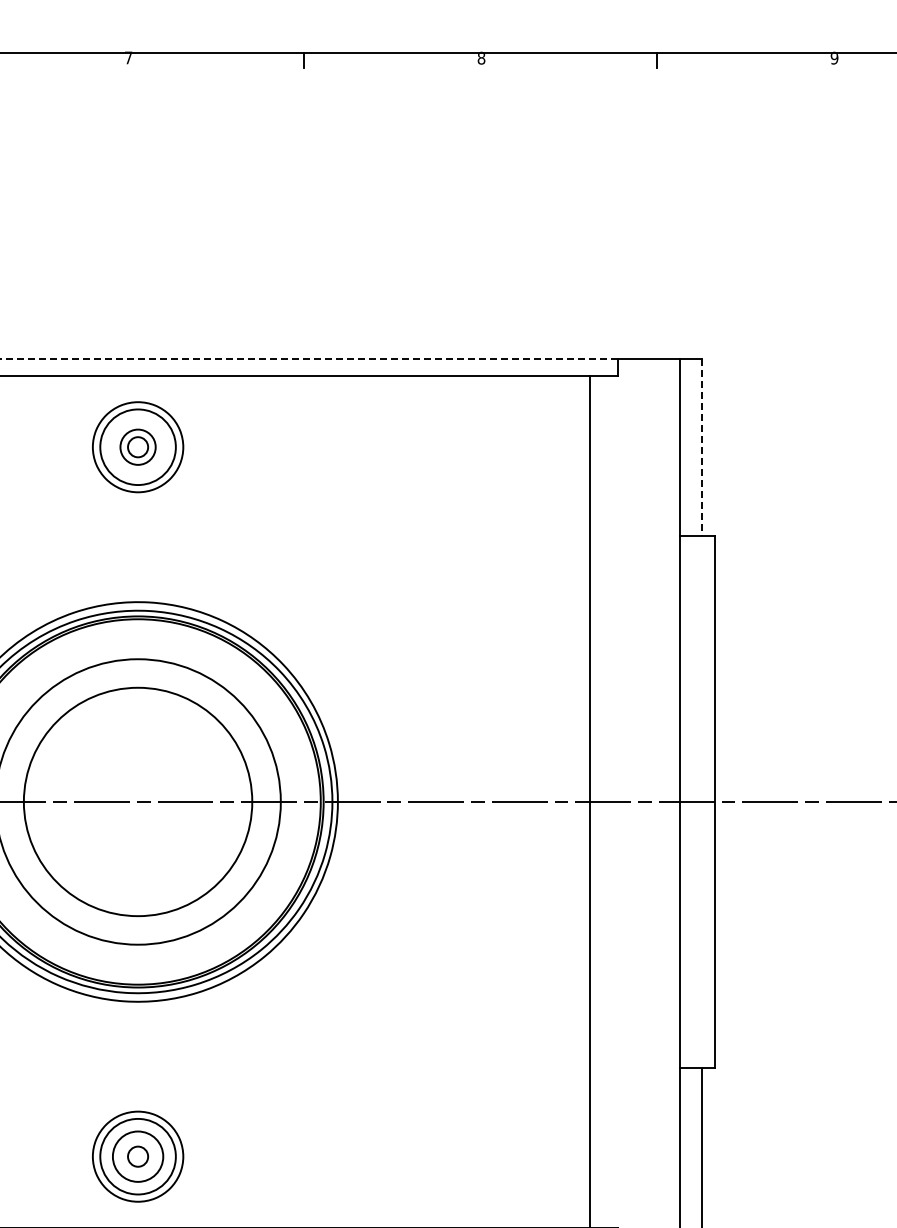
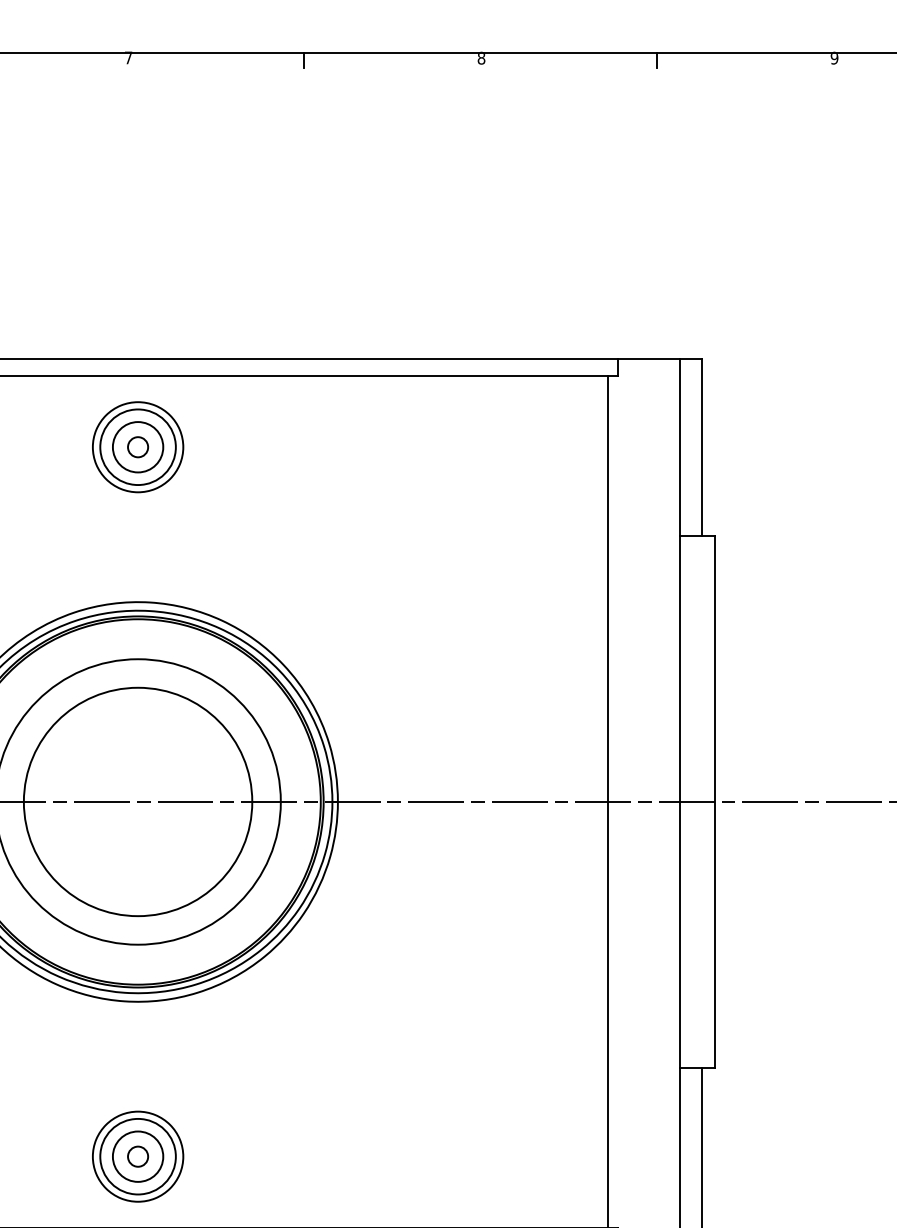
line at (308, 358): dashed -> solid
circle at (137, 446) diameter: 35 px -> 50 px
line at (701, 447): dashed -> solid
line at (589, 800) position: (589, 800) -> (607, 800)
